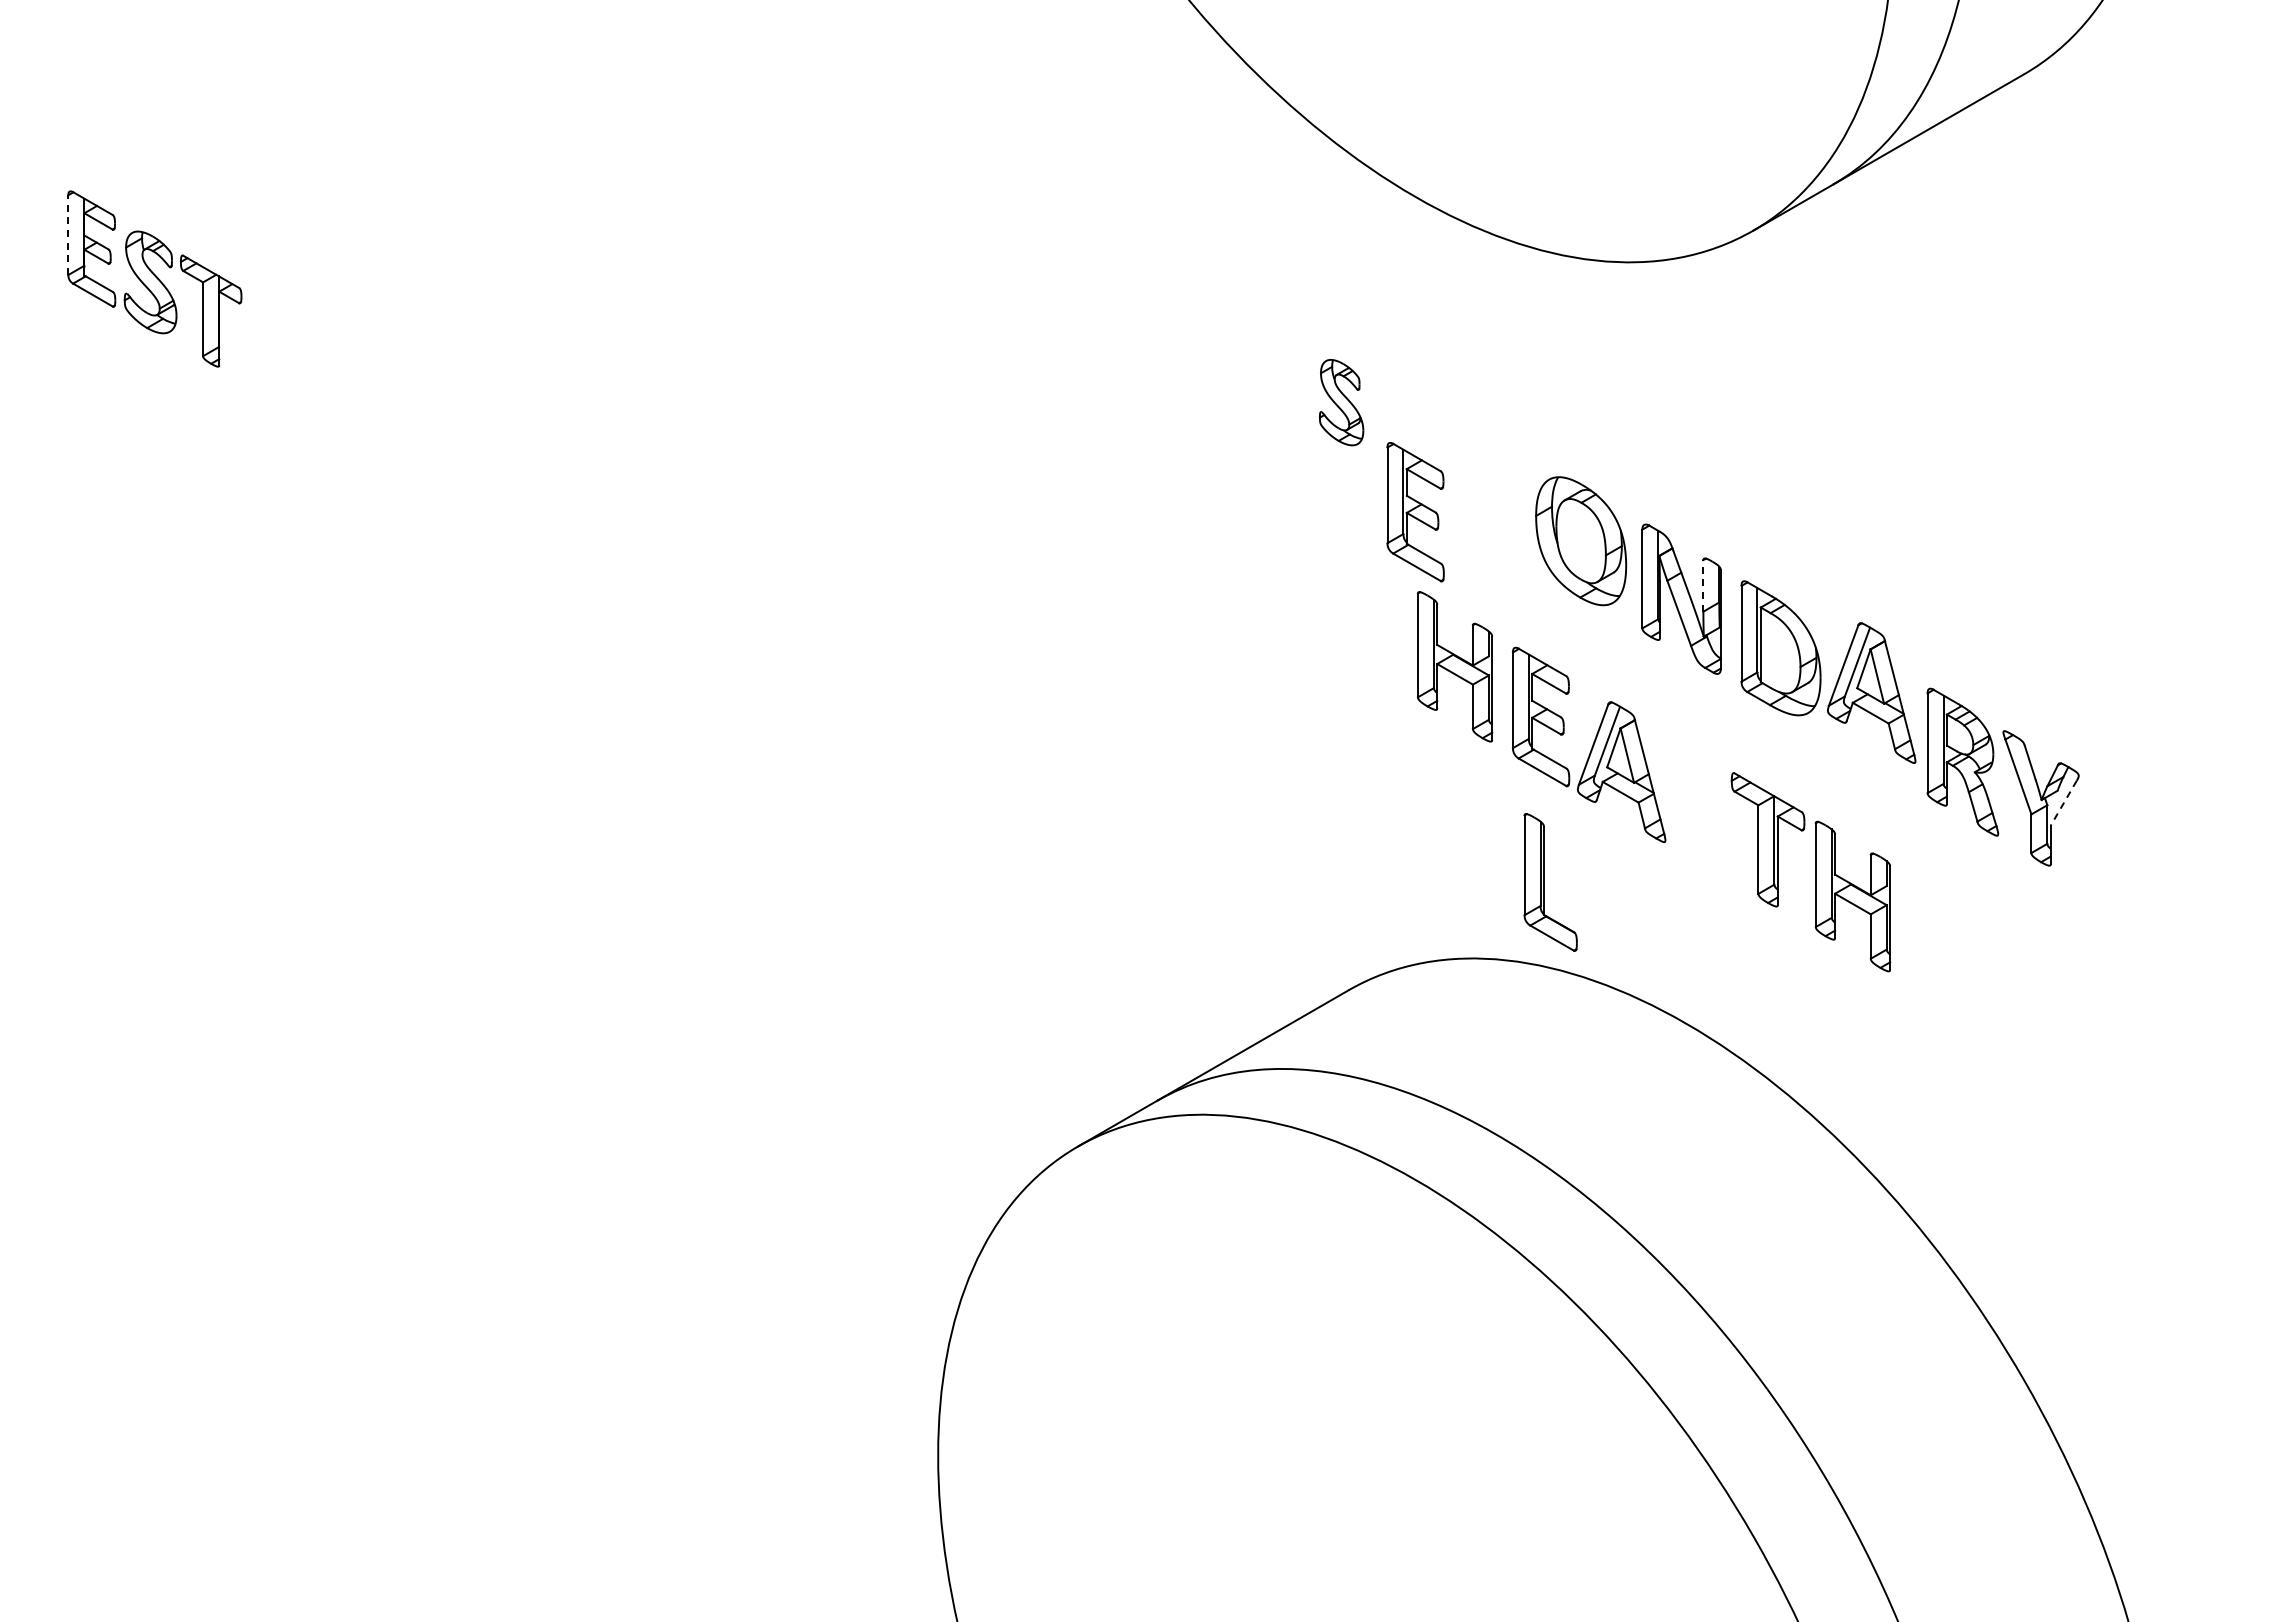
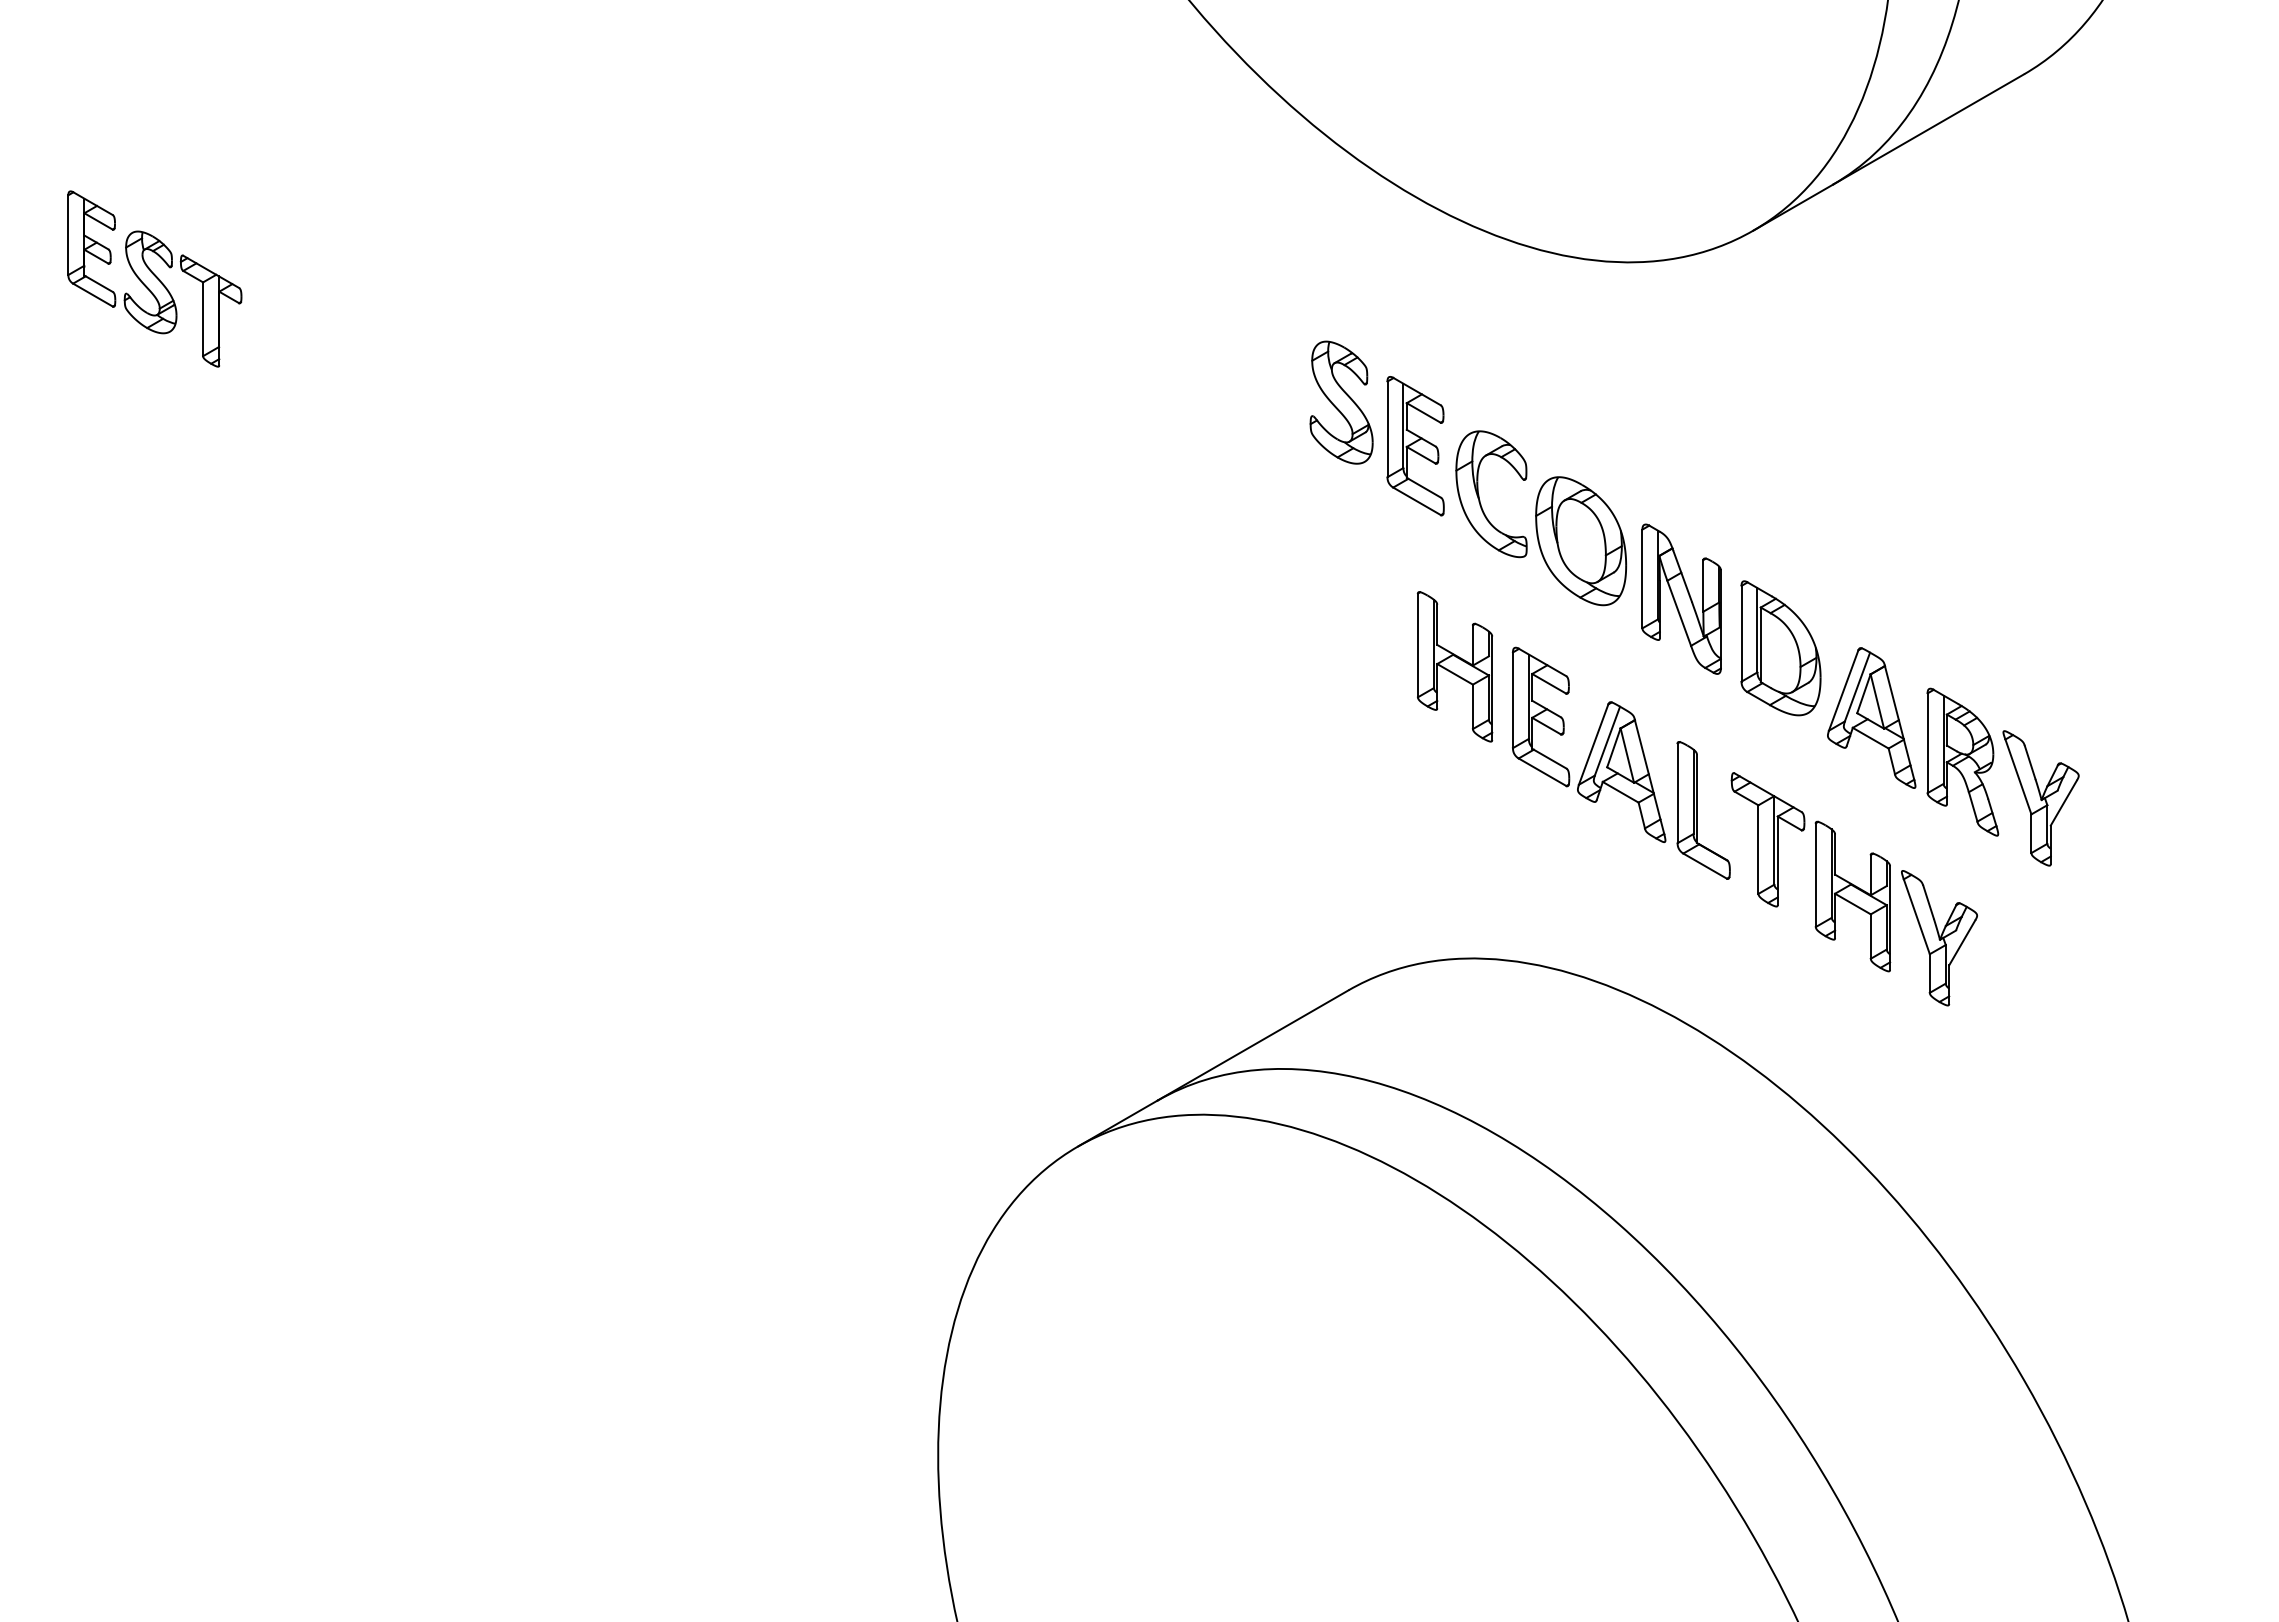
line at (68, 235): dashed -> solid
part at (1341, 402) size: 47x88 px -> 65x125 px
part at (1479, 494): none -> present
part at (1415, 512) position: (1415, 512) -> (1415, 446)
line at (1703, 585): dashed -> solid
part at (1871, 692) position: (1871, 692) -> (1871, 717)
line at (2063, 803): dashed -> solid
part at (1550, 882) position: (1550, 882) -> (1703, 810)
part at (1939, 938): none -> present
